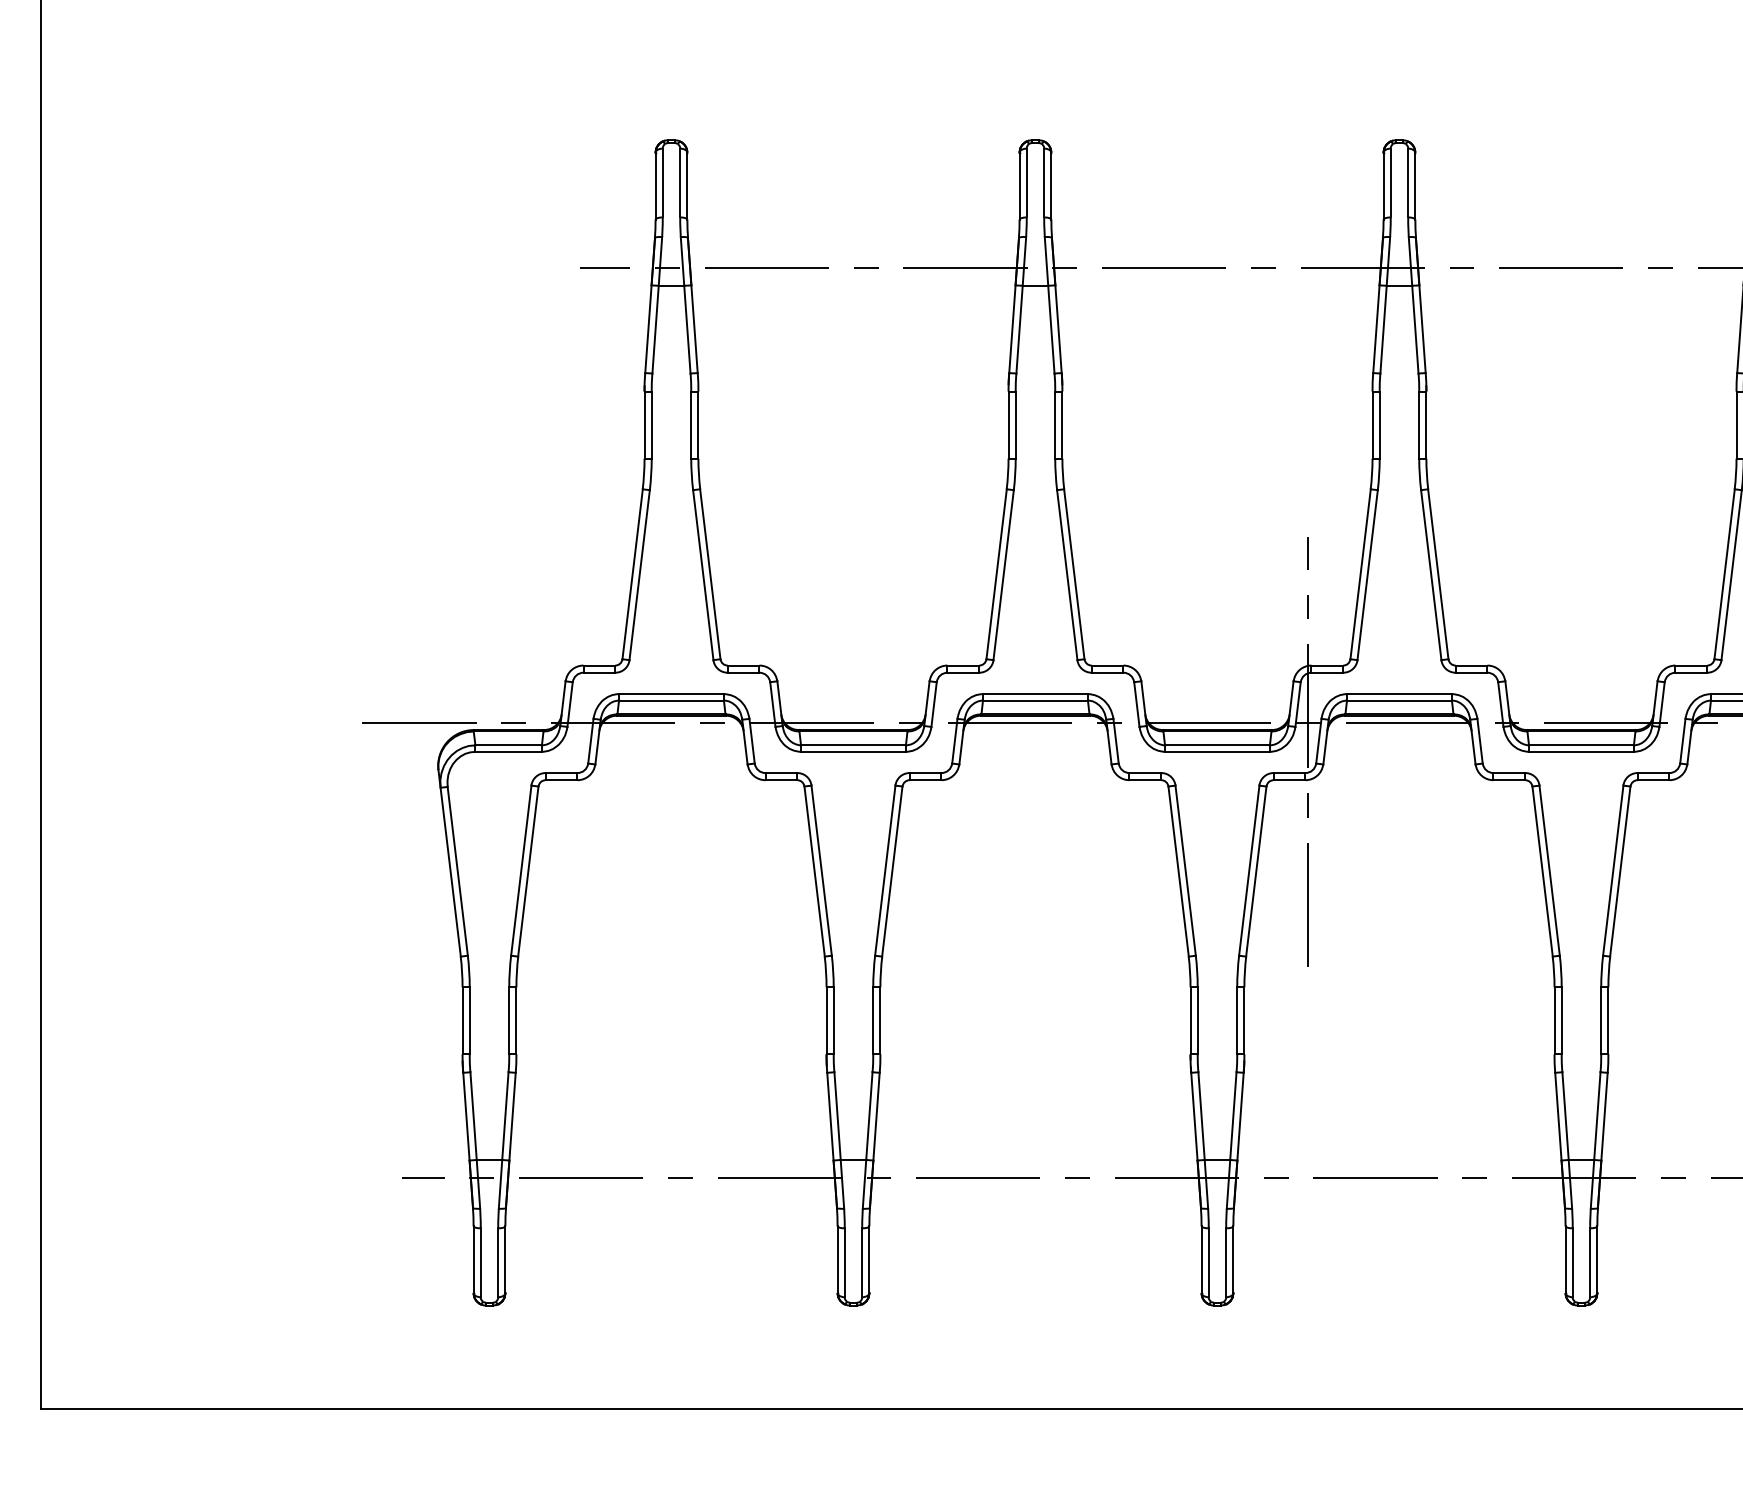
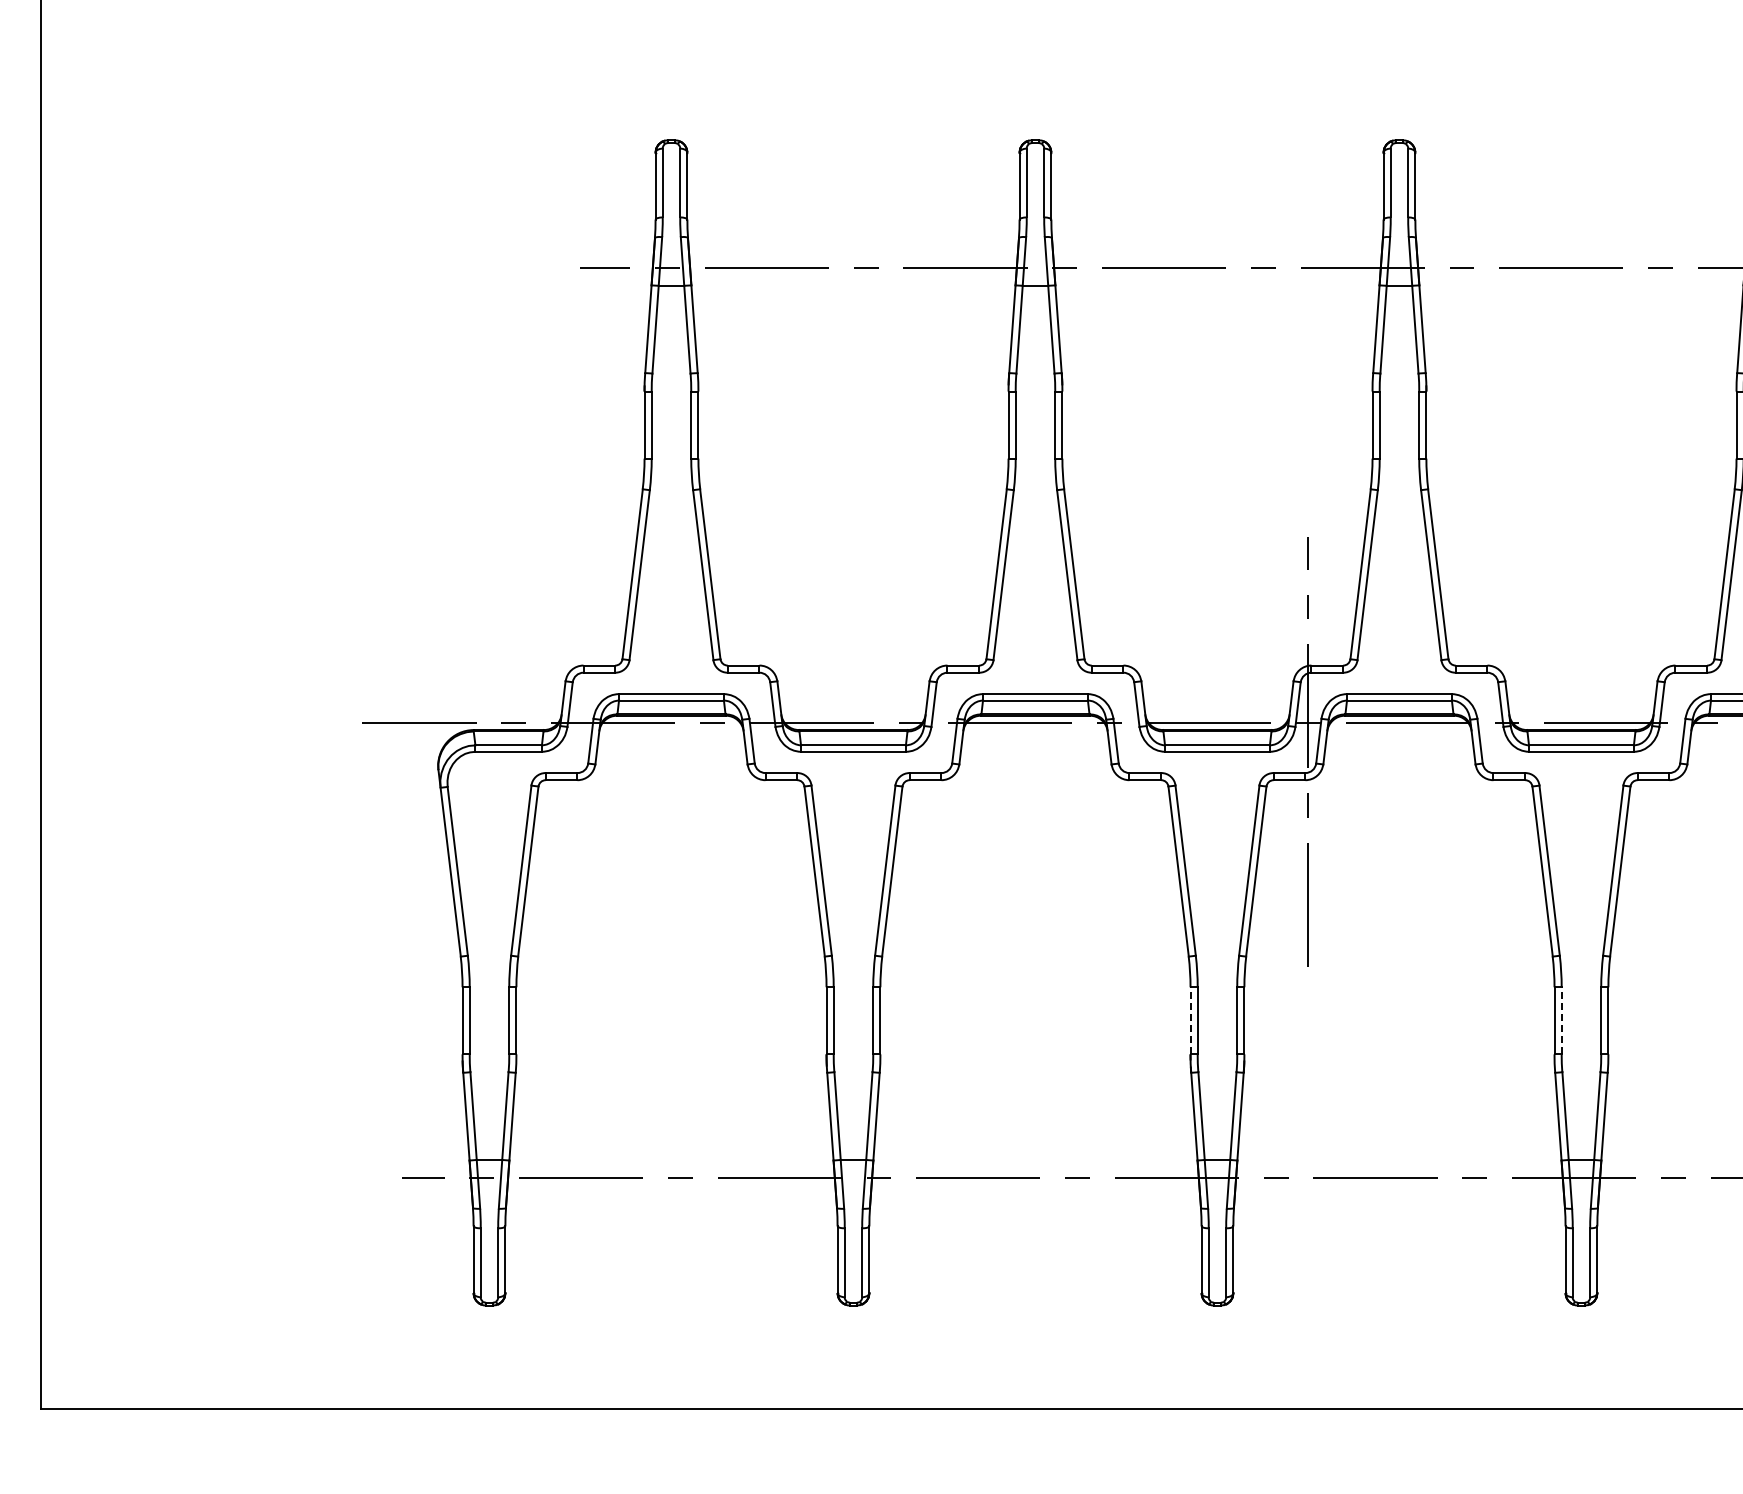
line at (1190, 1020): solid -> dashed
line at (1561, 1020): solid -> dashed
